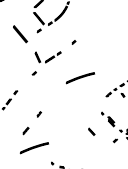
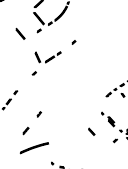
part at (20, 34) size: 16x19 px -> 11x13 px
line at (79, 78): present -> none
